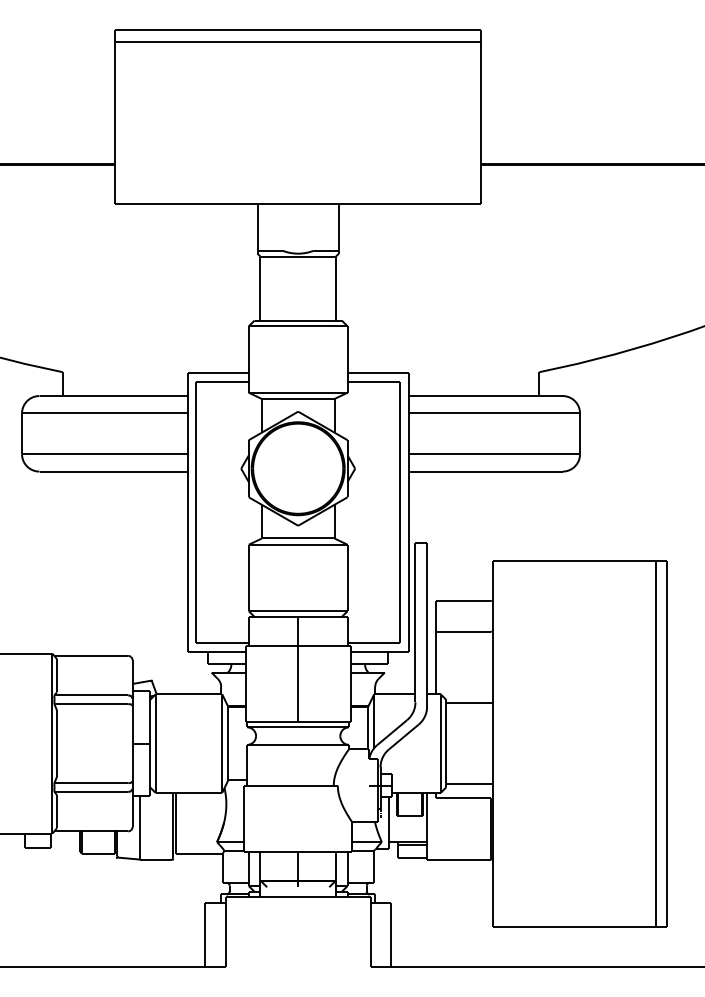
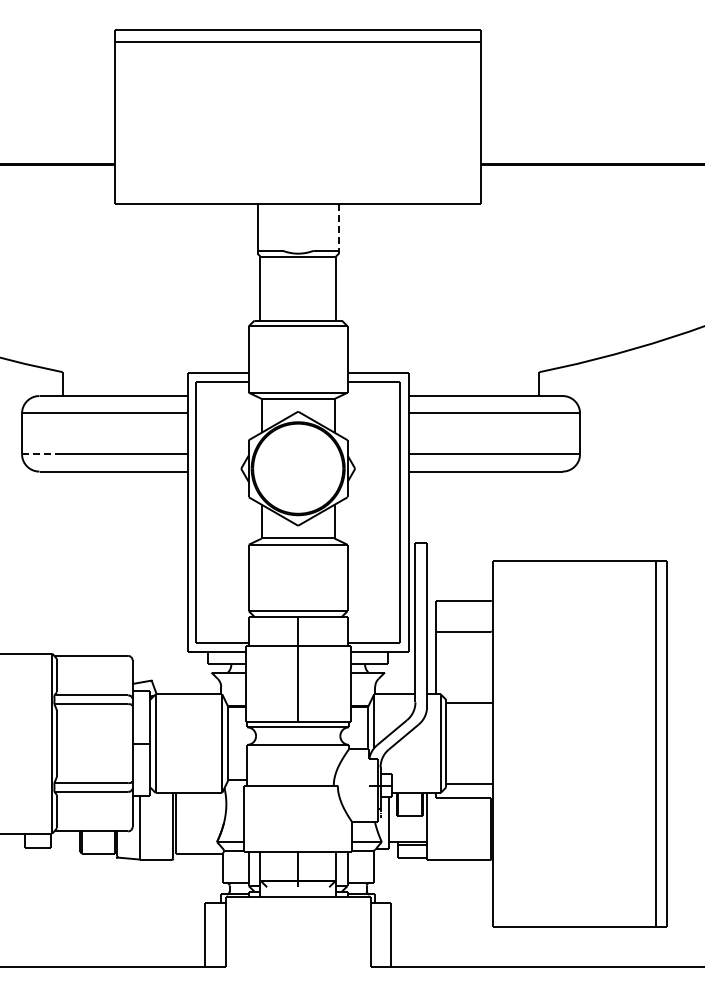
line at (338, 228): solid -> dashed
line at (40, 454): solid -> dashed
